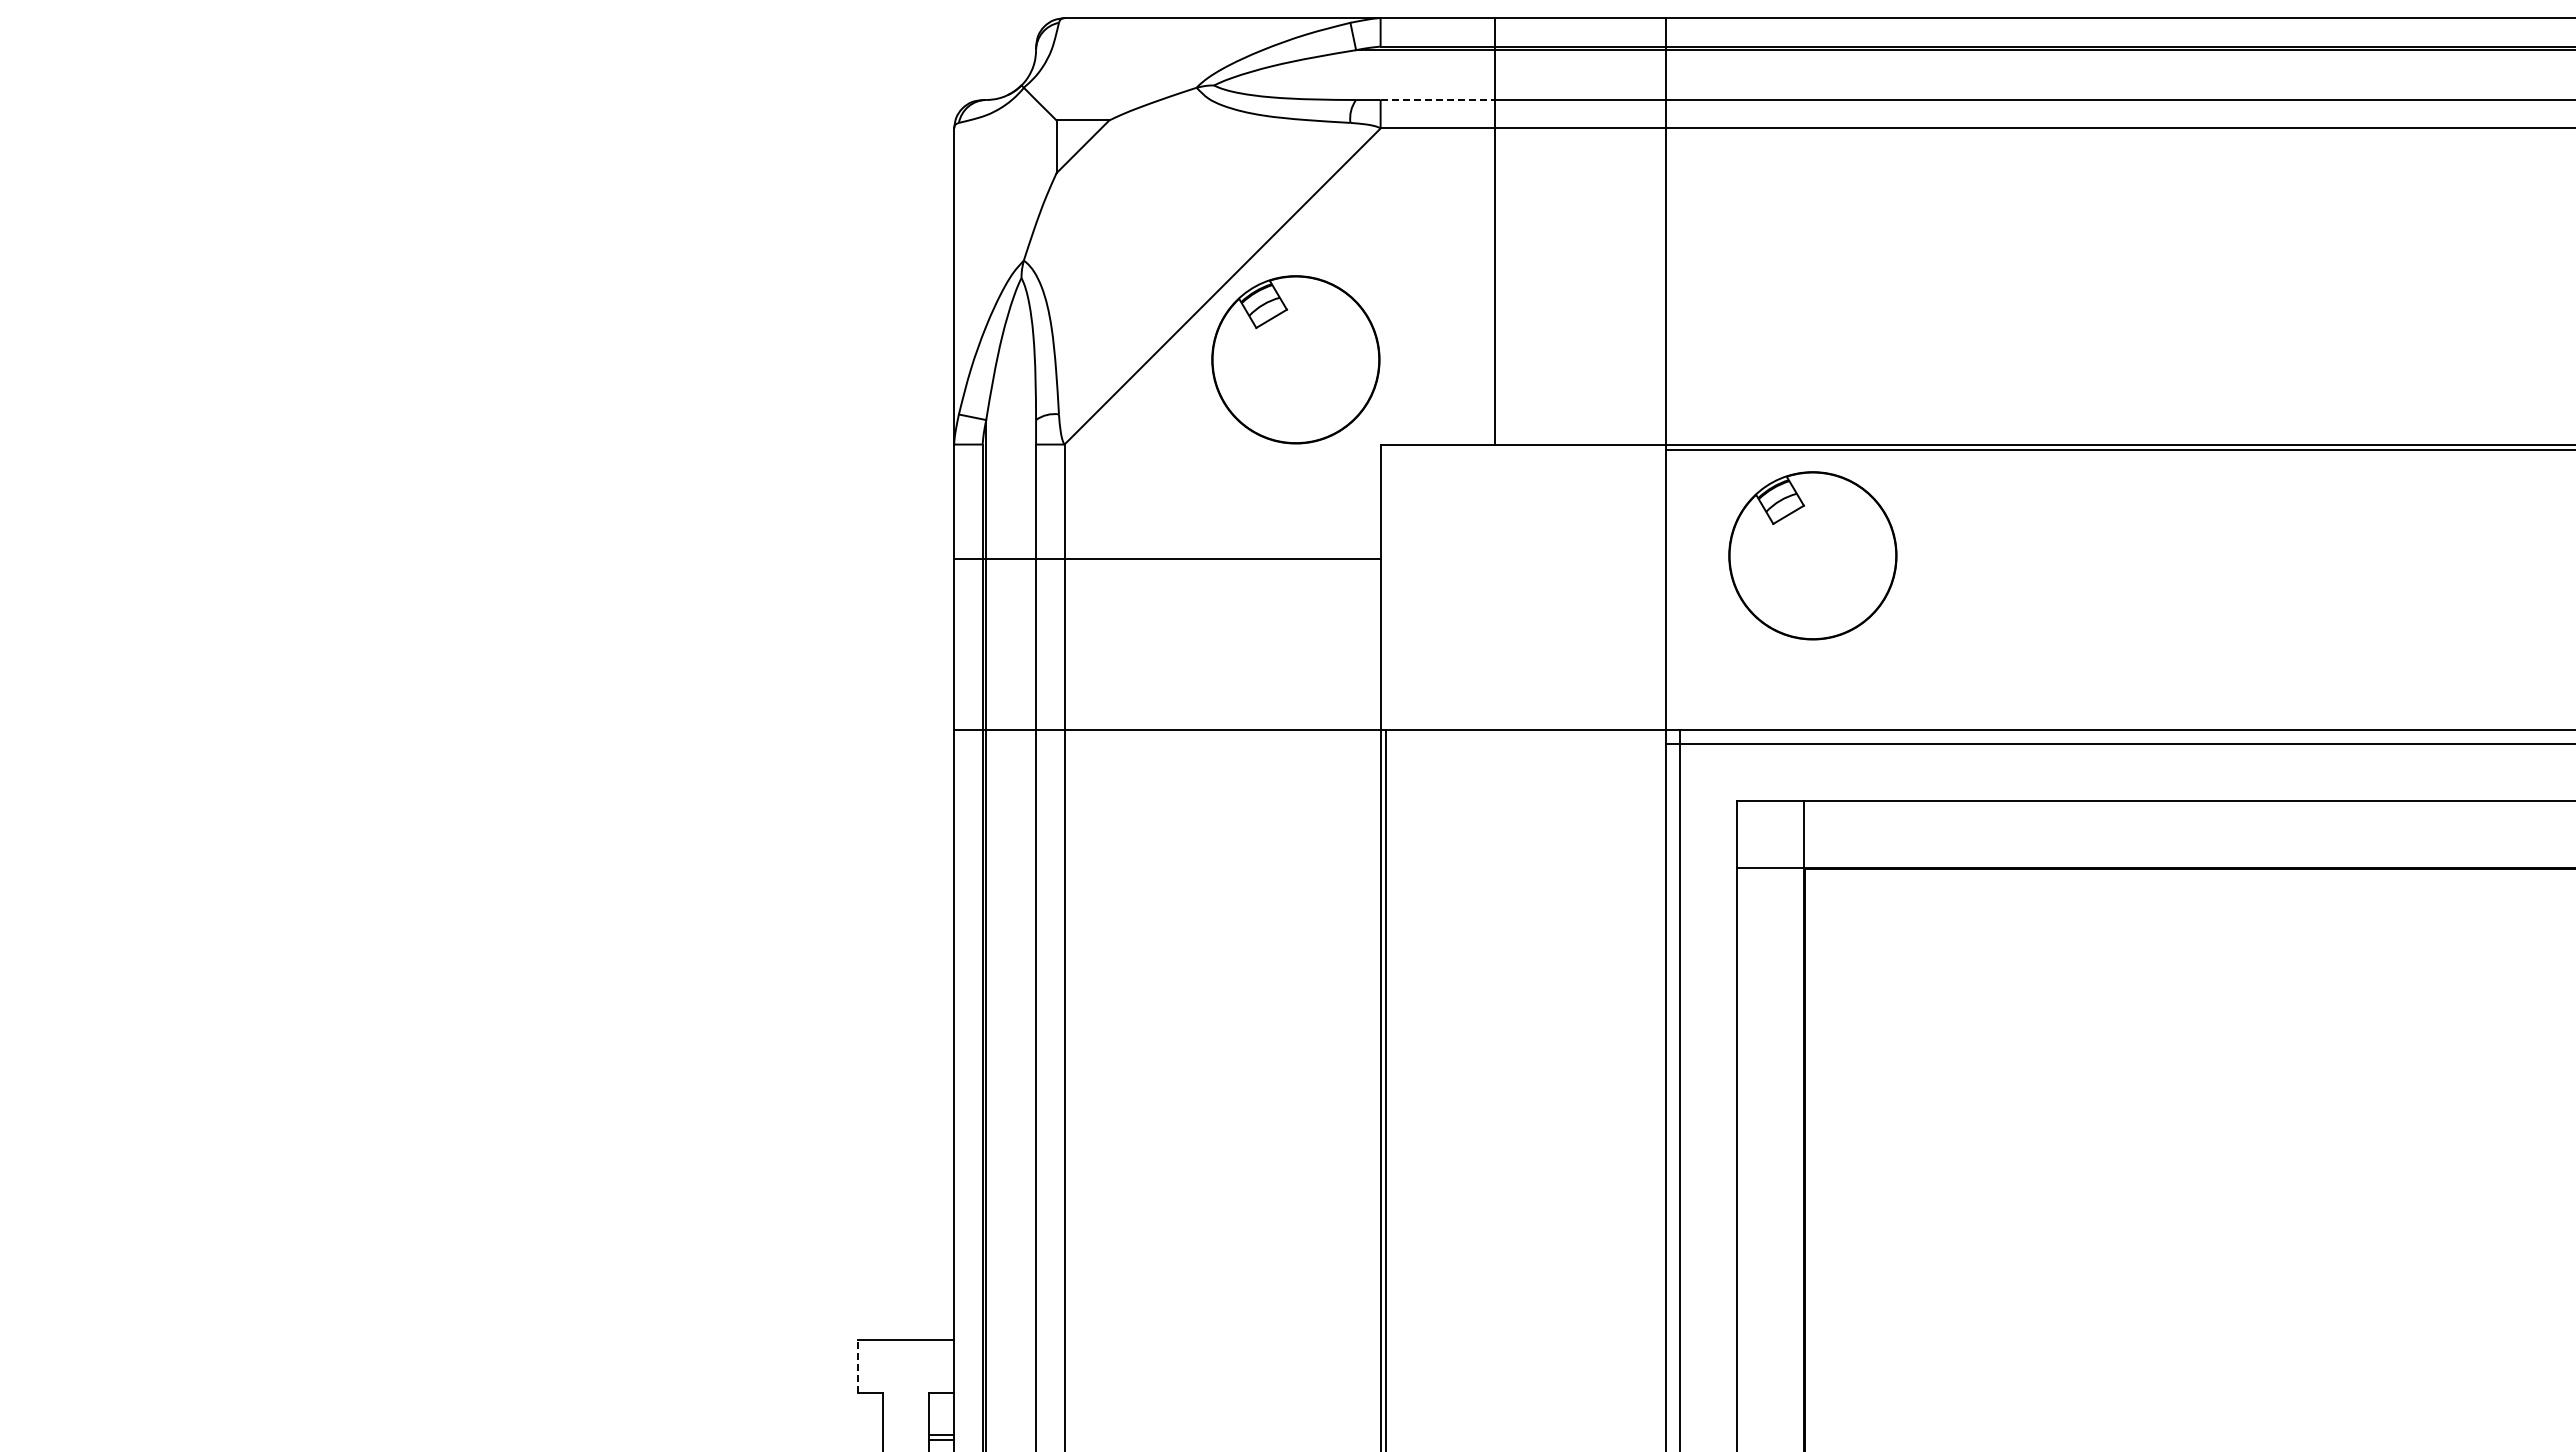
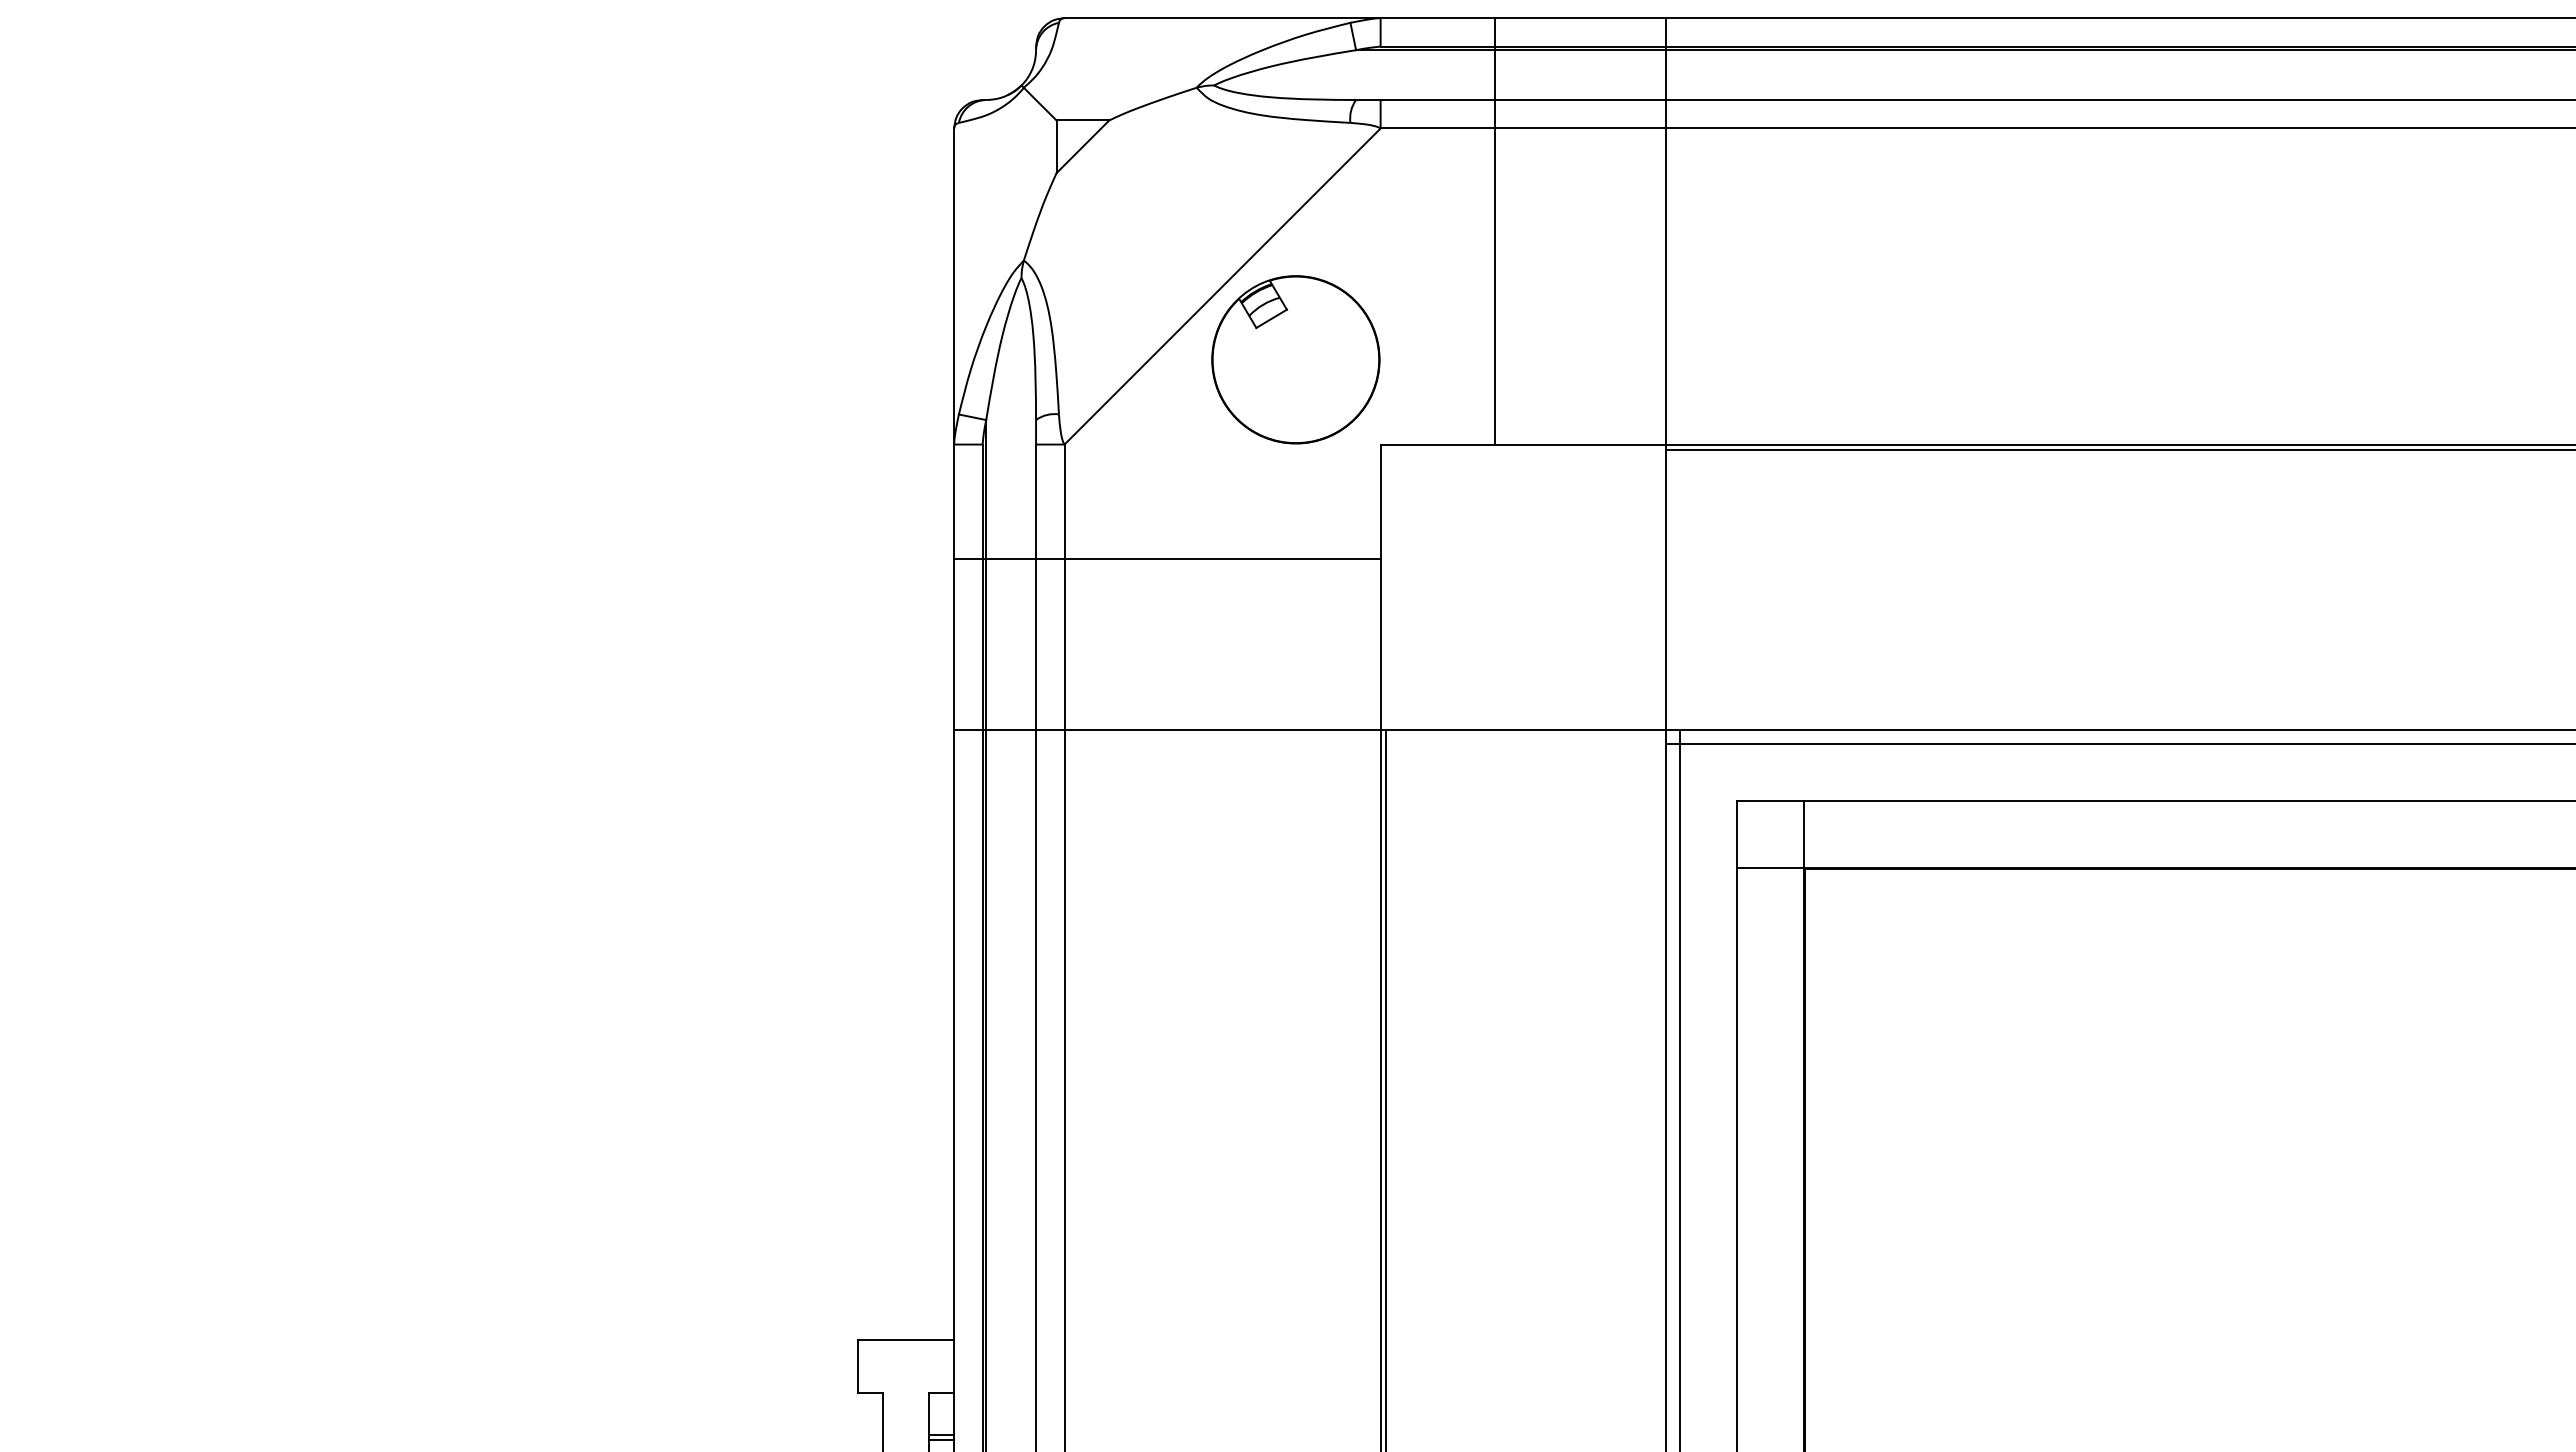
line at (1438, 100): dashed -> solid
part at (1812, 555): present -> none
line at (858, 1366): dashed -> solid
